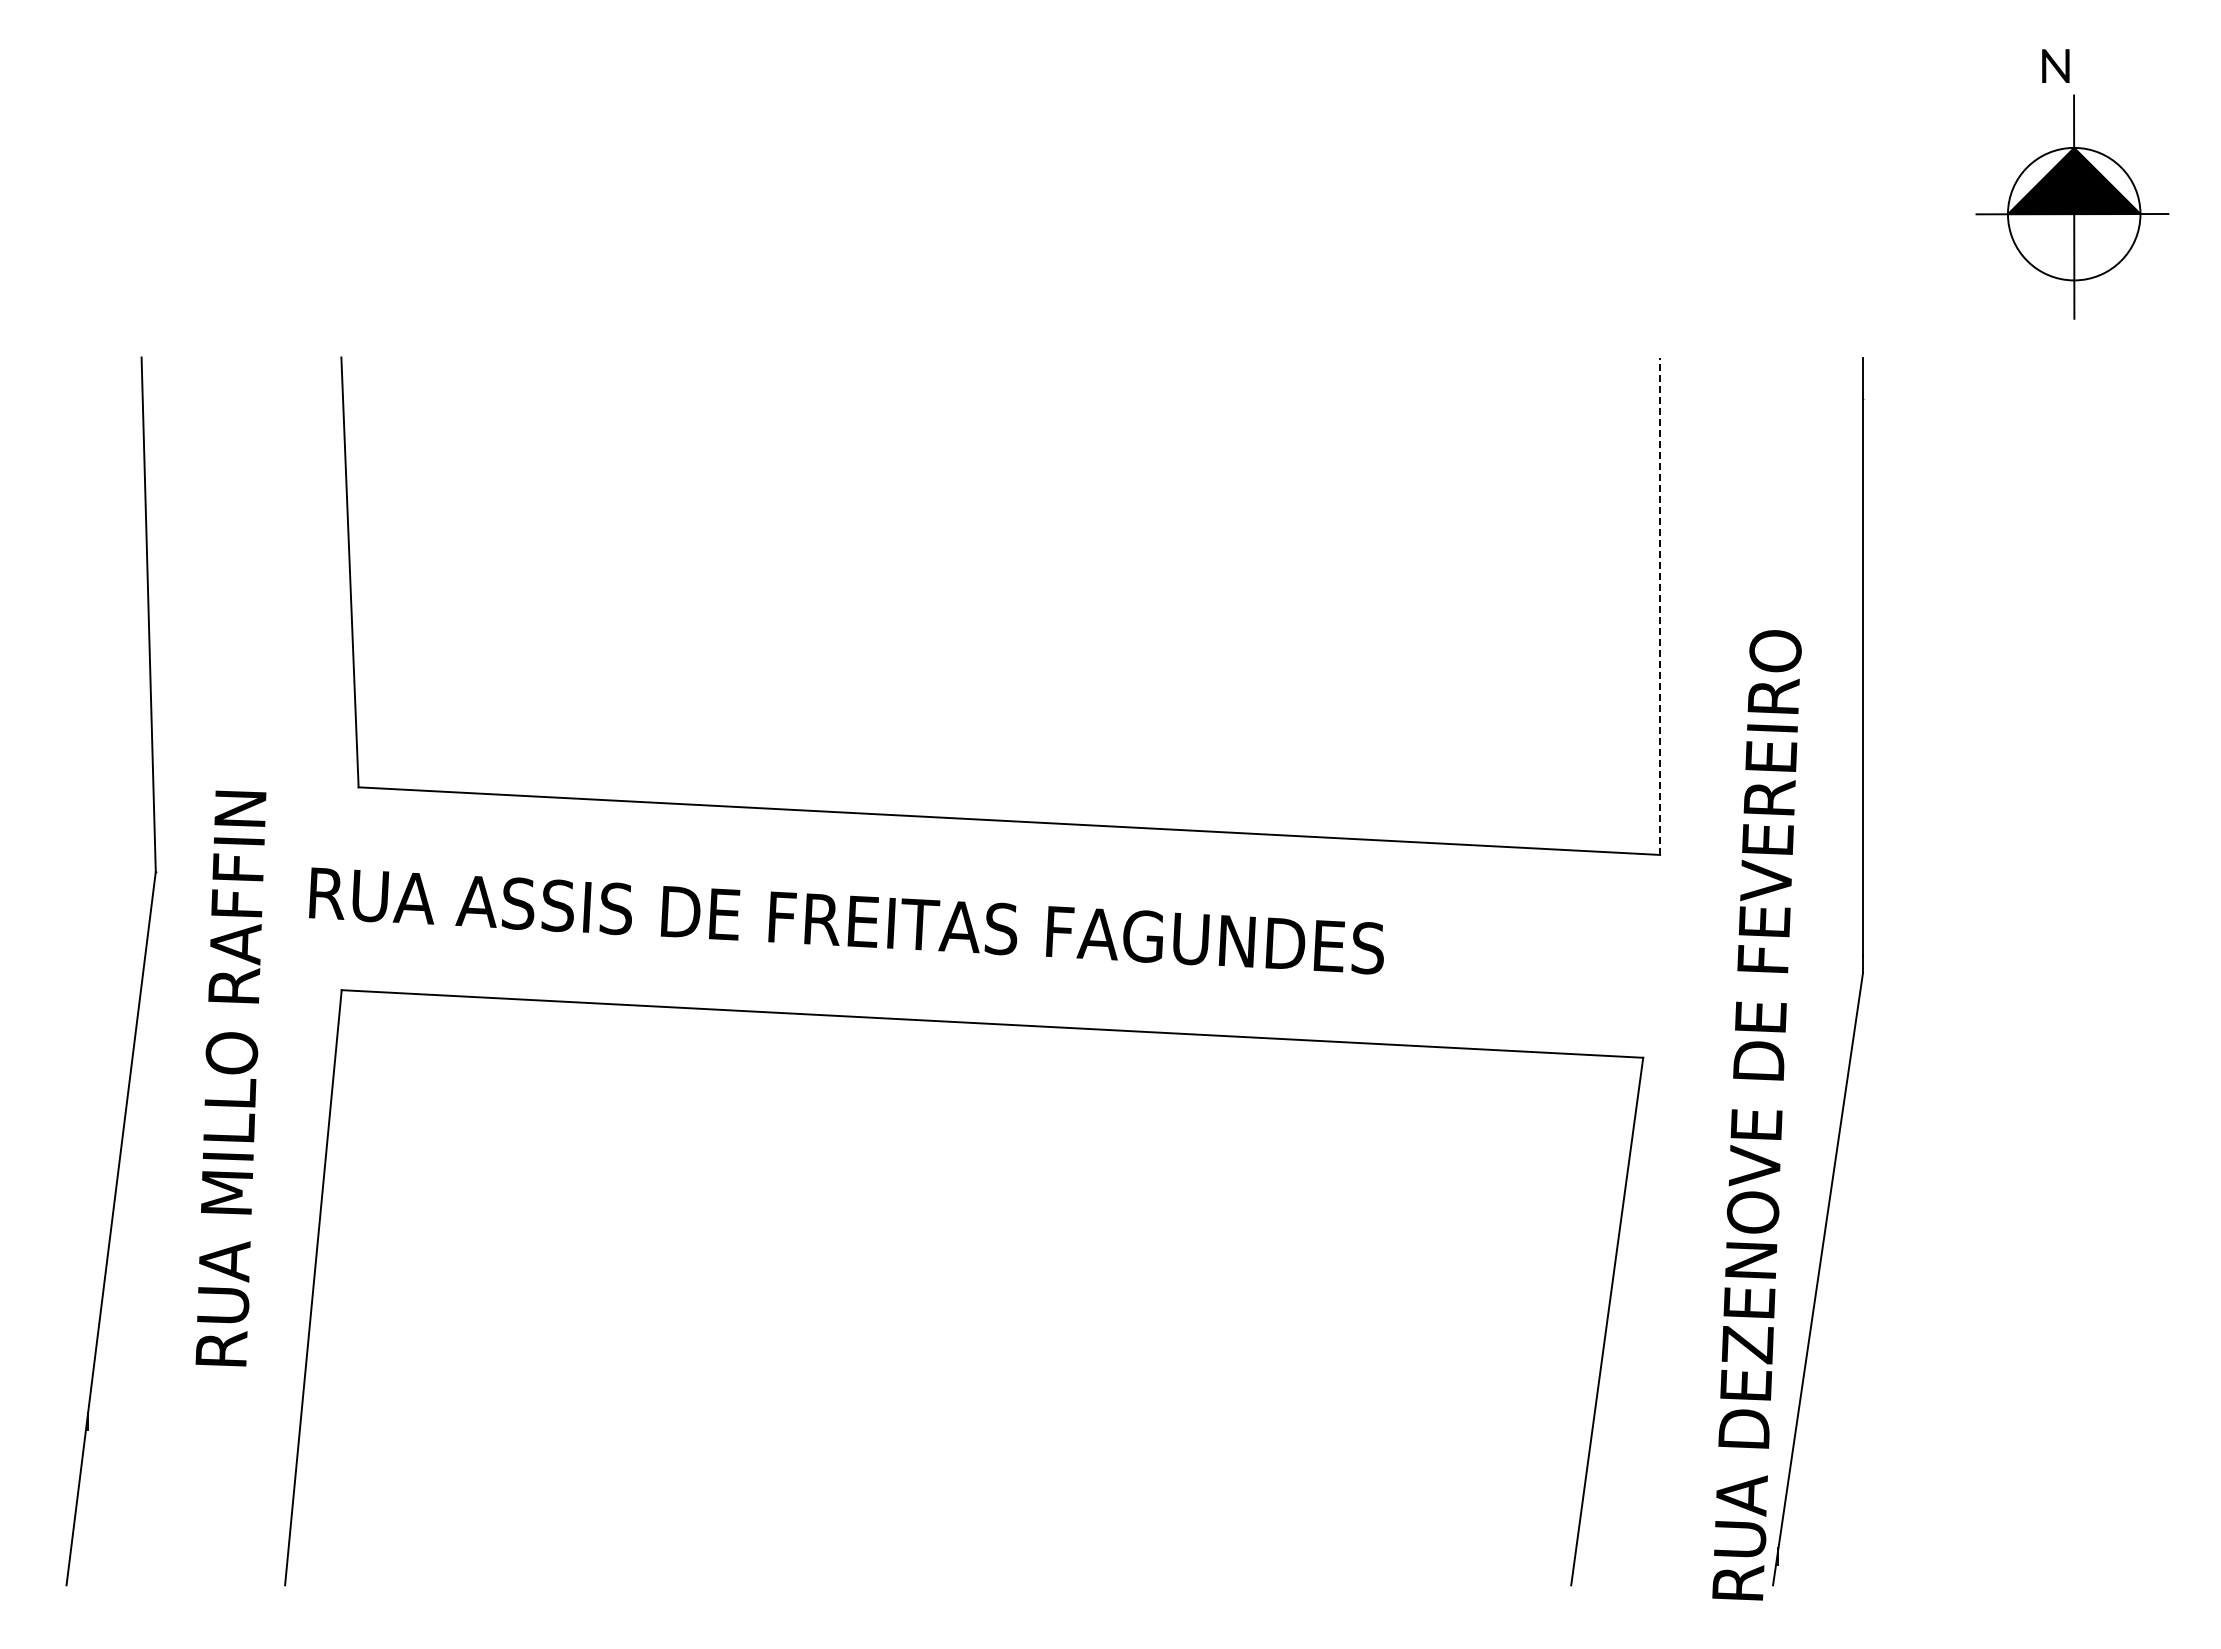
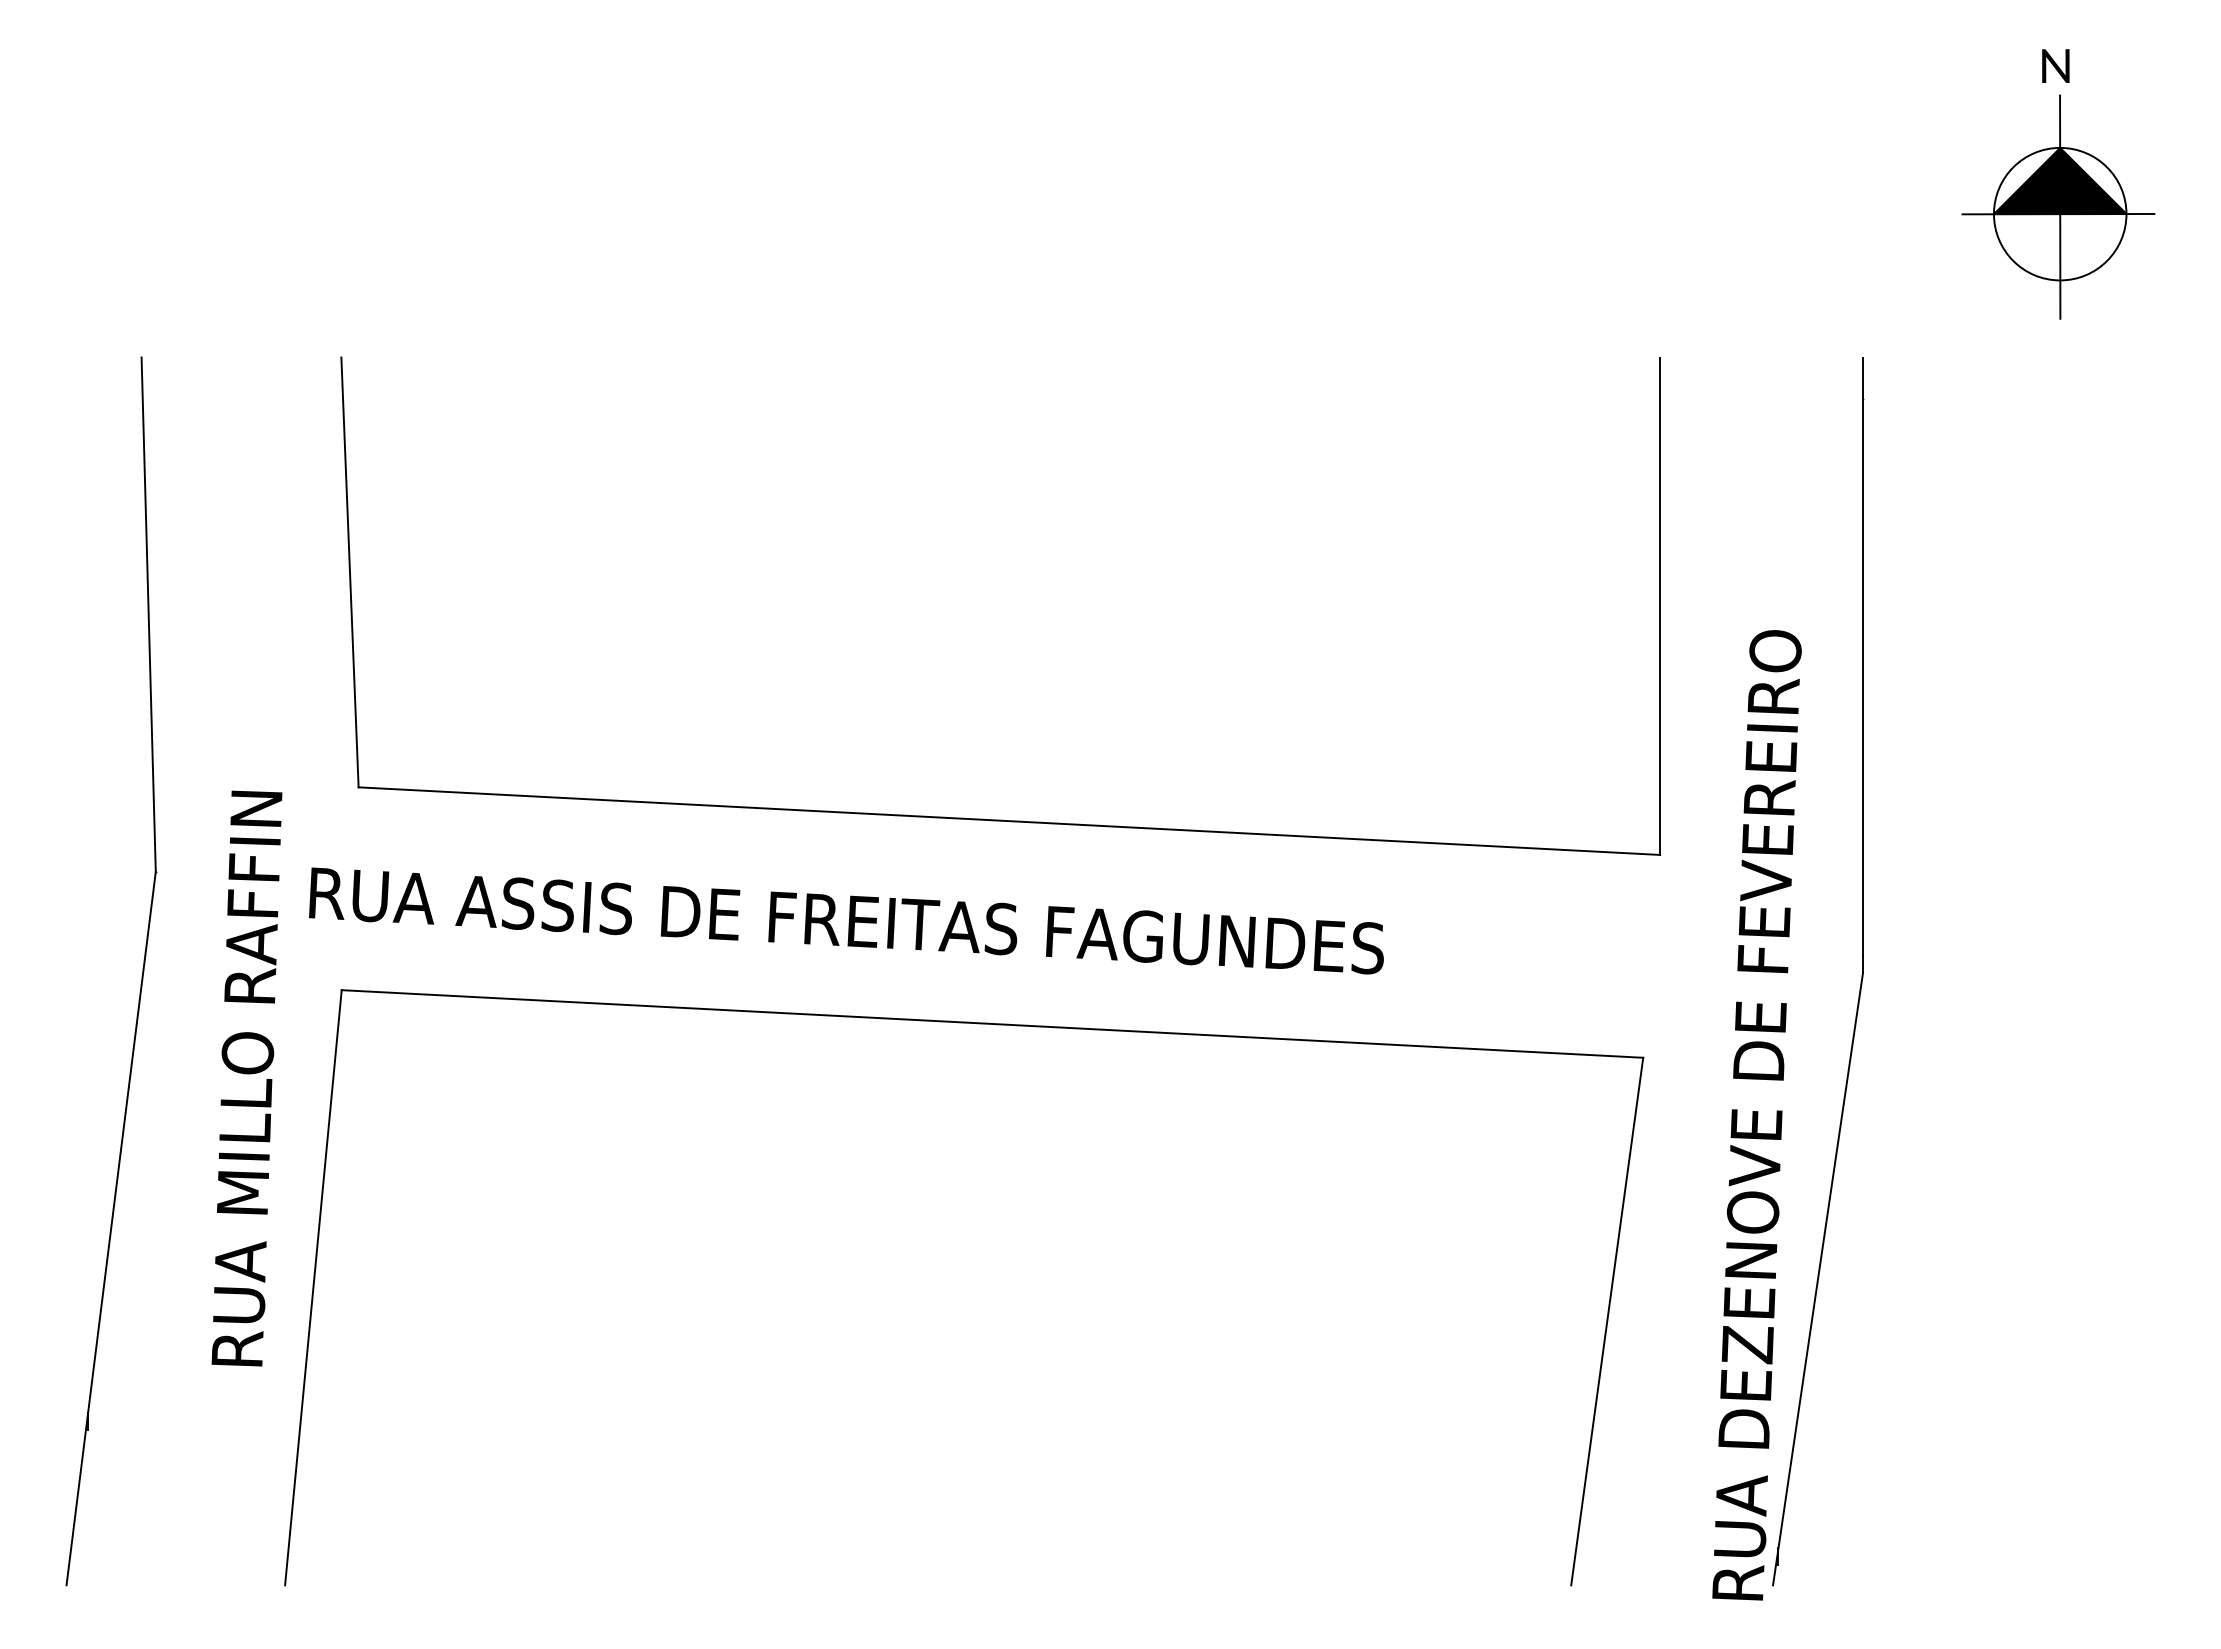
part at (2072, 206) position: (2072, 206) -> (2058, 206)
line at (1660, 606): dashed -> solid
text at (230, 1078) position: (230, 1078) -> (246, 1078)
